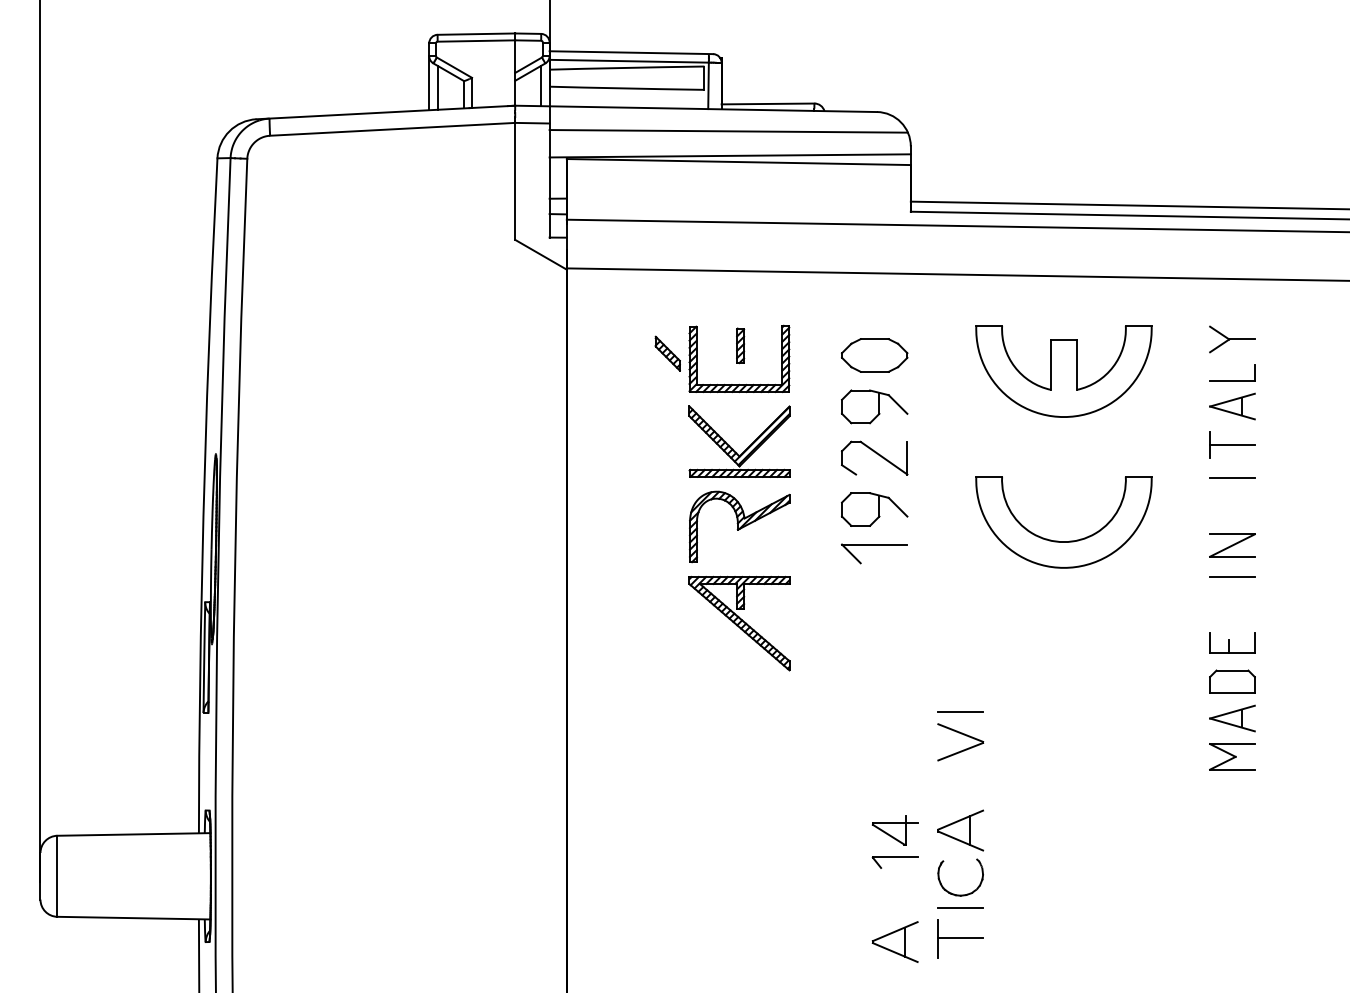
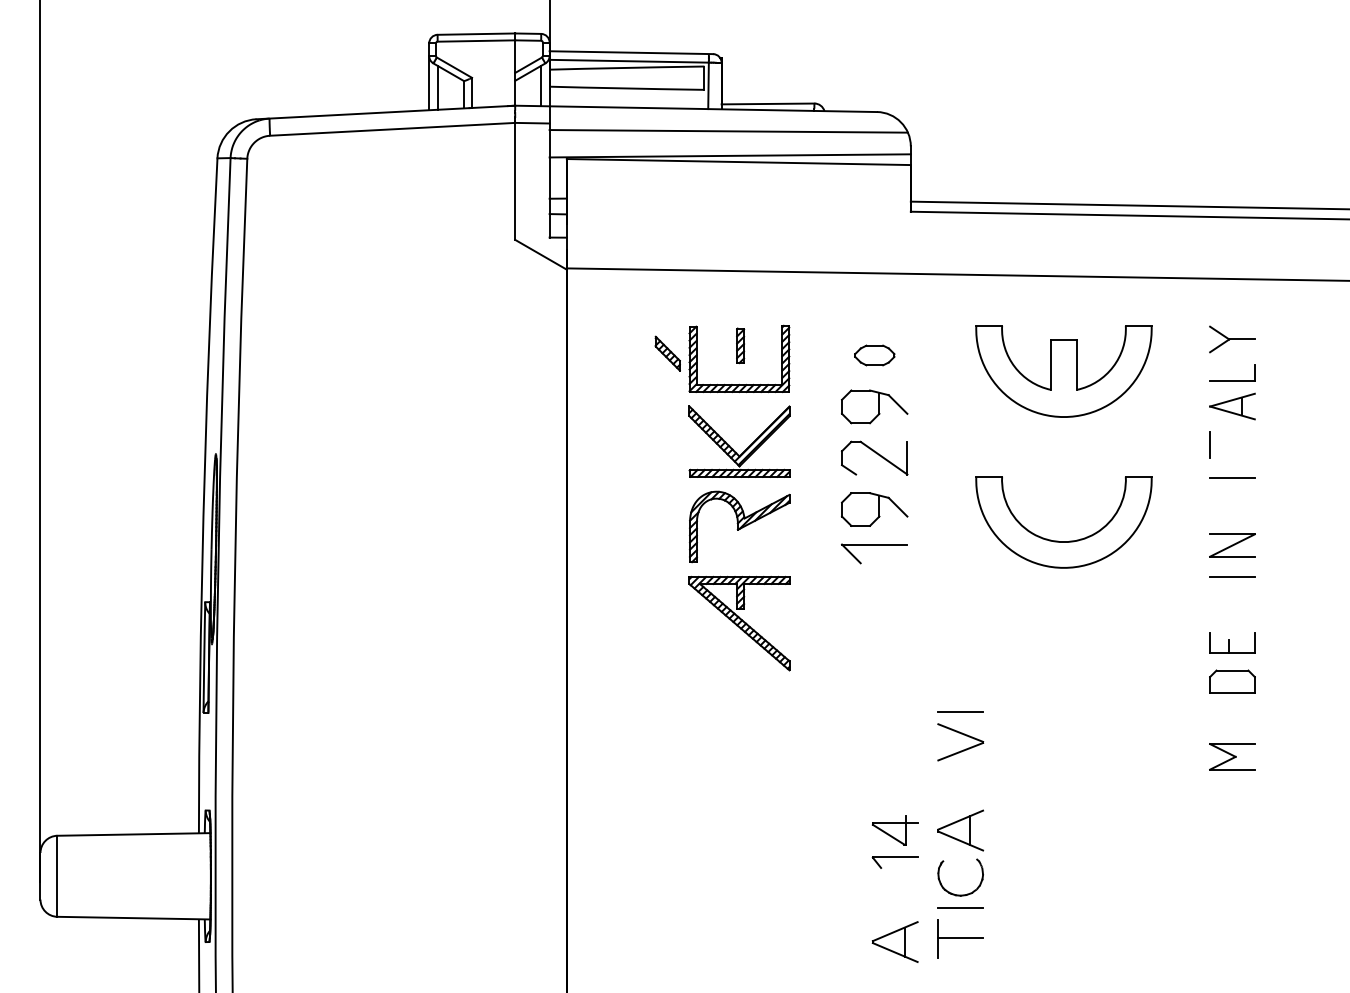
line at (956, 225): present -> none
part at (874, 355) size: 68x35 px -> 42x23 px
line at (1232, 444): present -> none
part at (1232, 718): present -> none
